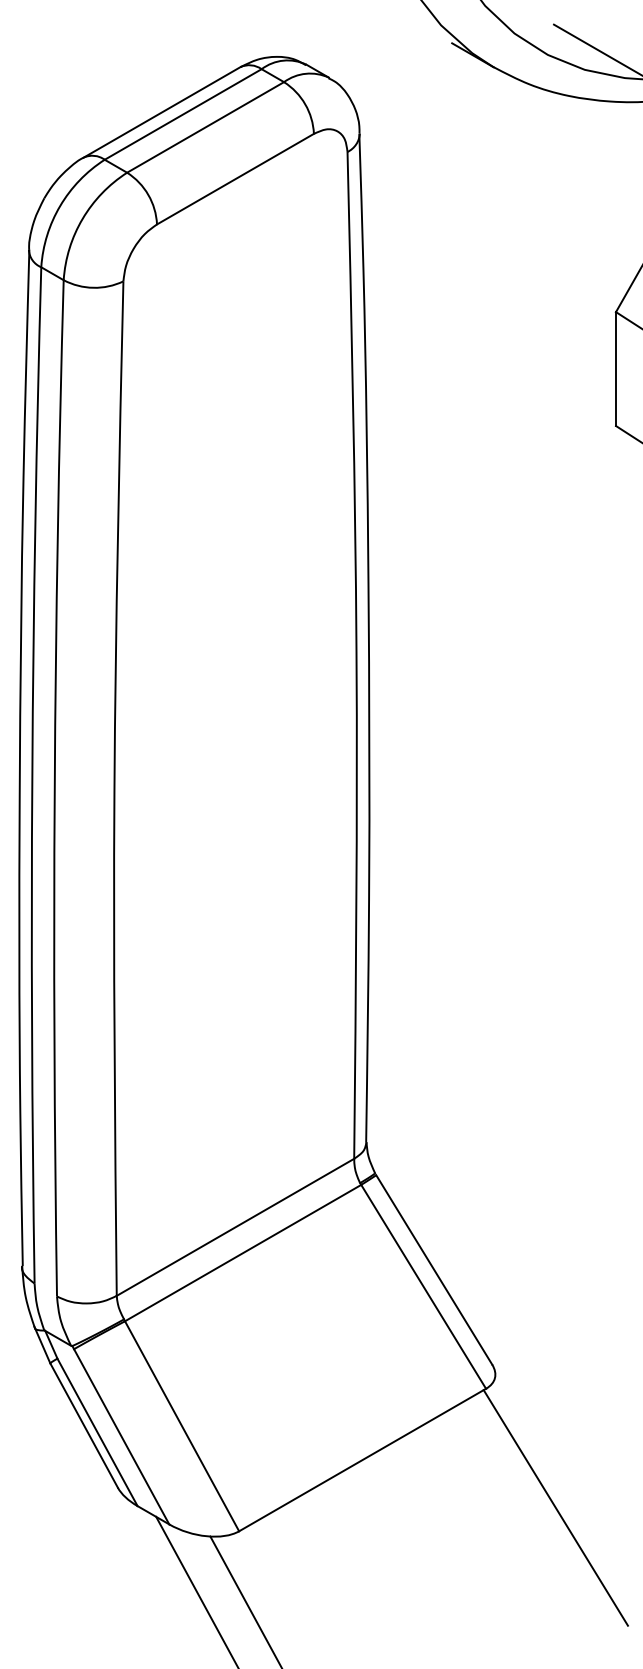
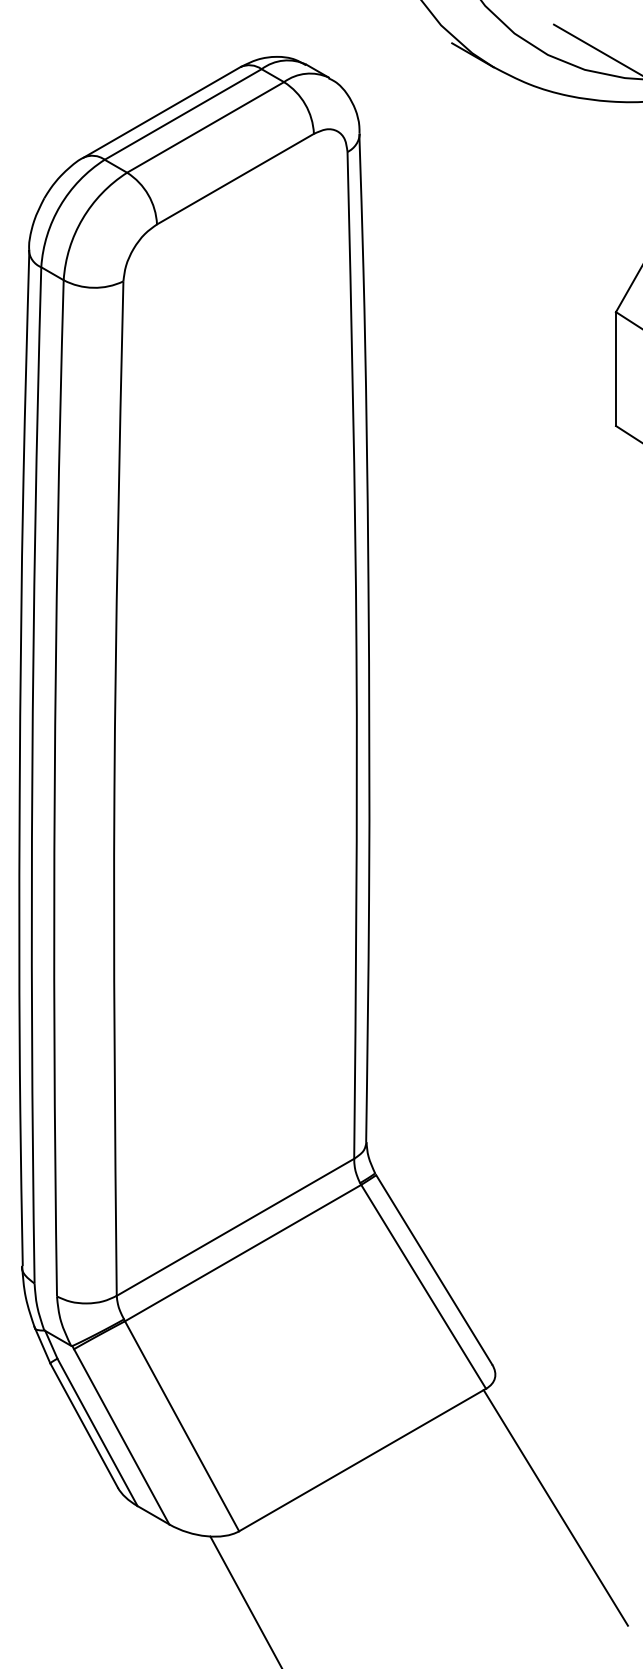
line at (196, 1590): present -> none
